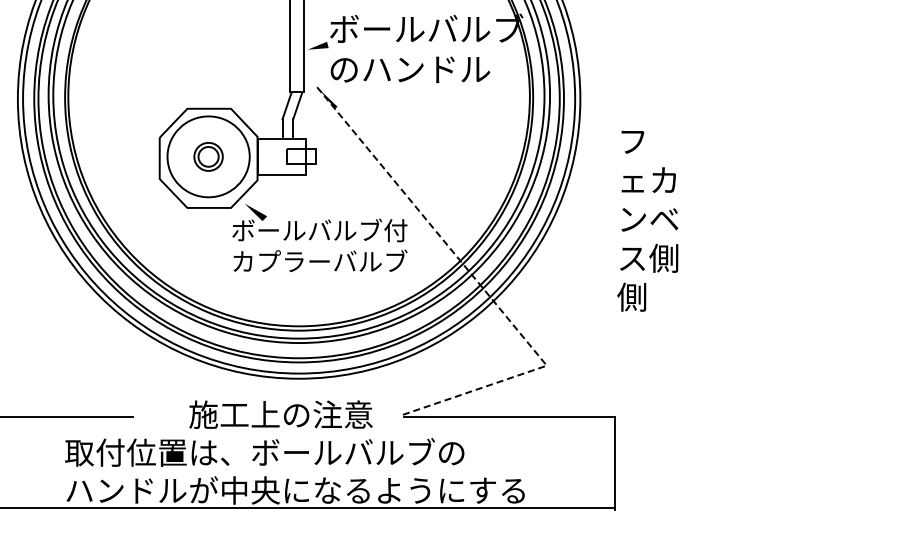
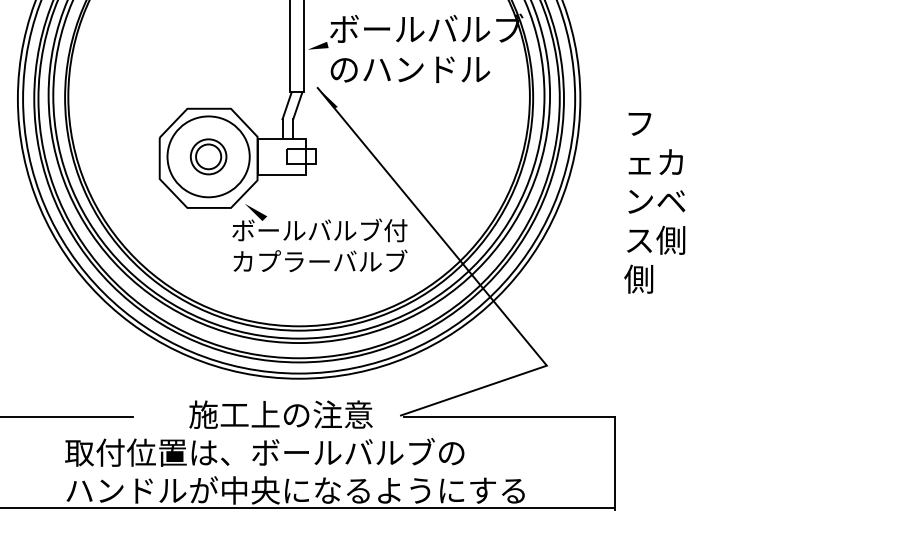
part at (208, 156) size: 31x30 px -> 39x38 px
text at (647, 220) position: (647, 220) -> (654, 202)
line at (481, 287): dashed -> solid
